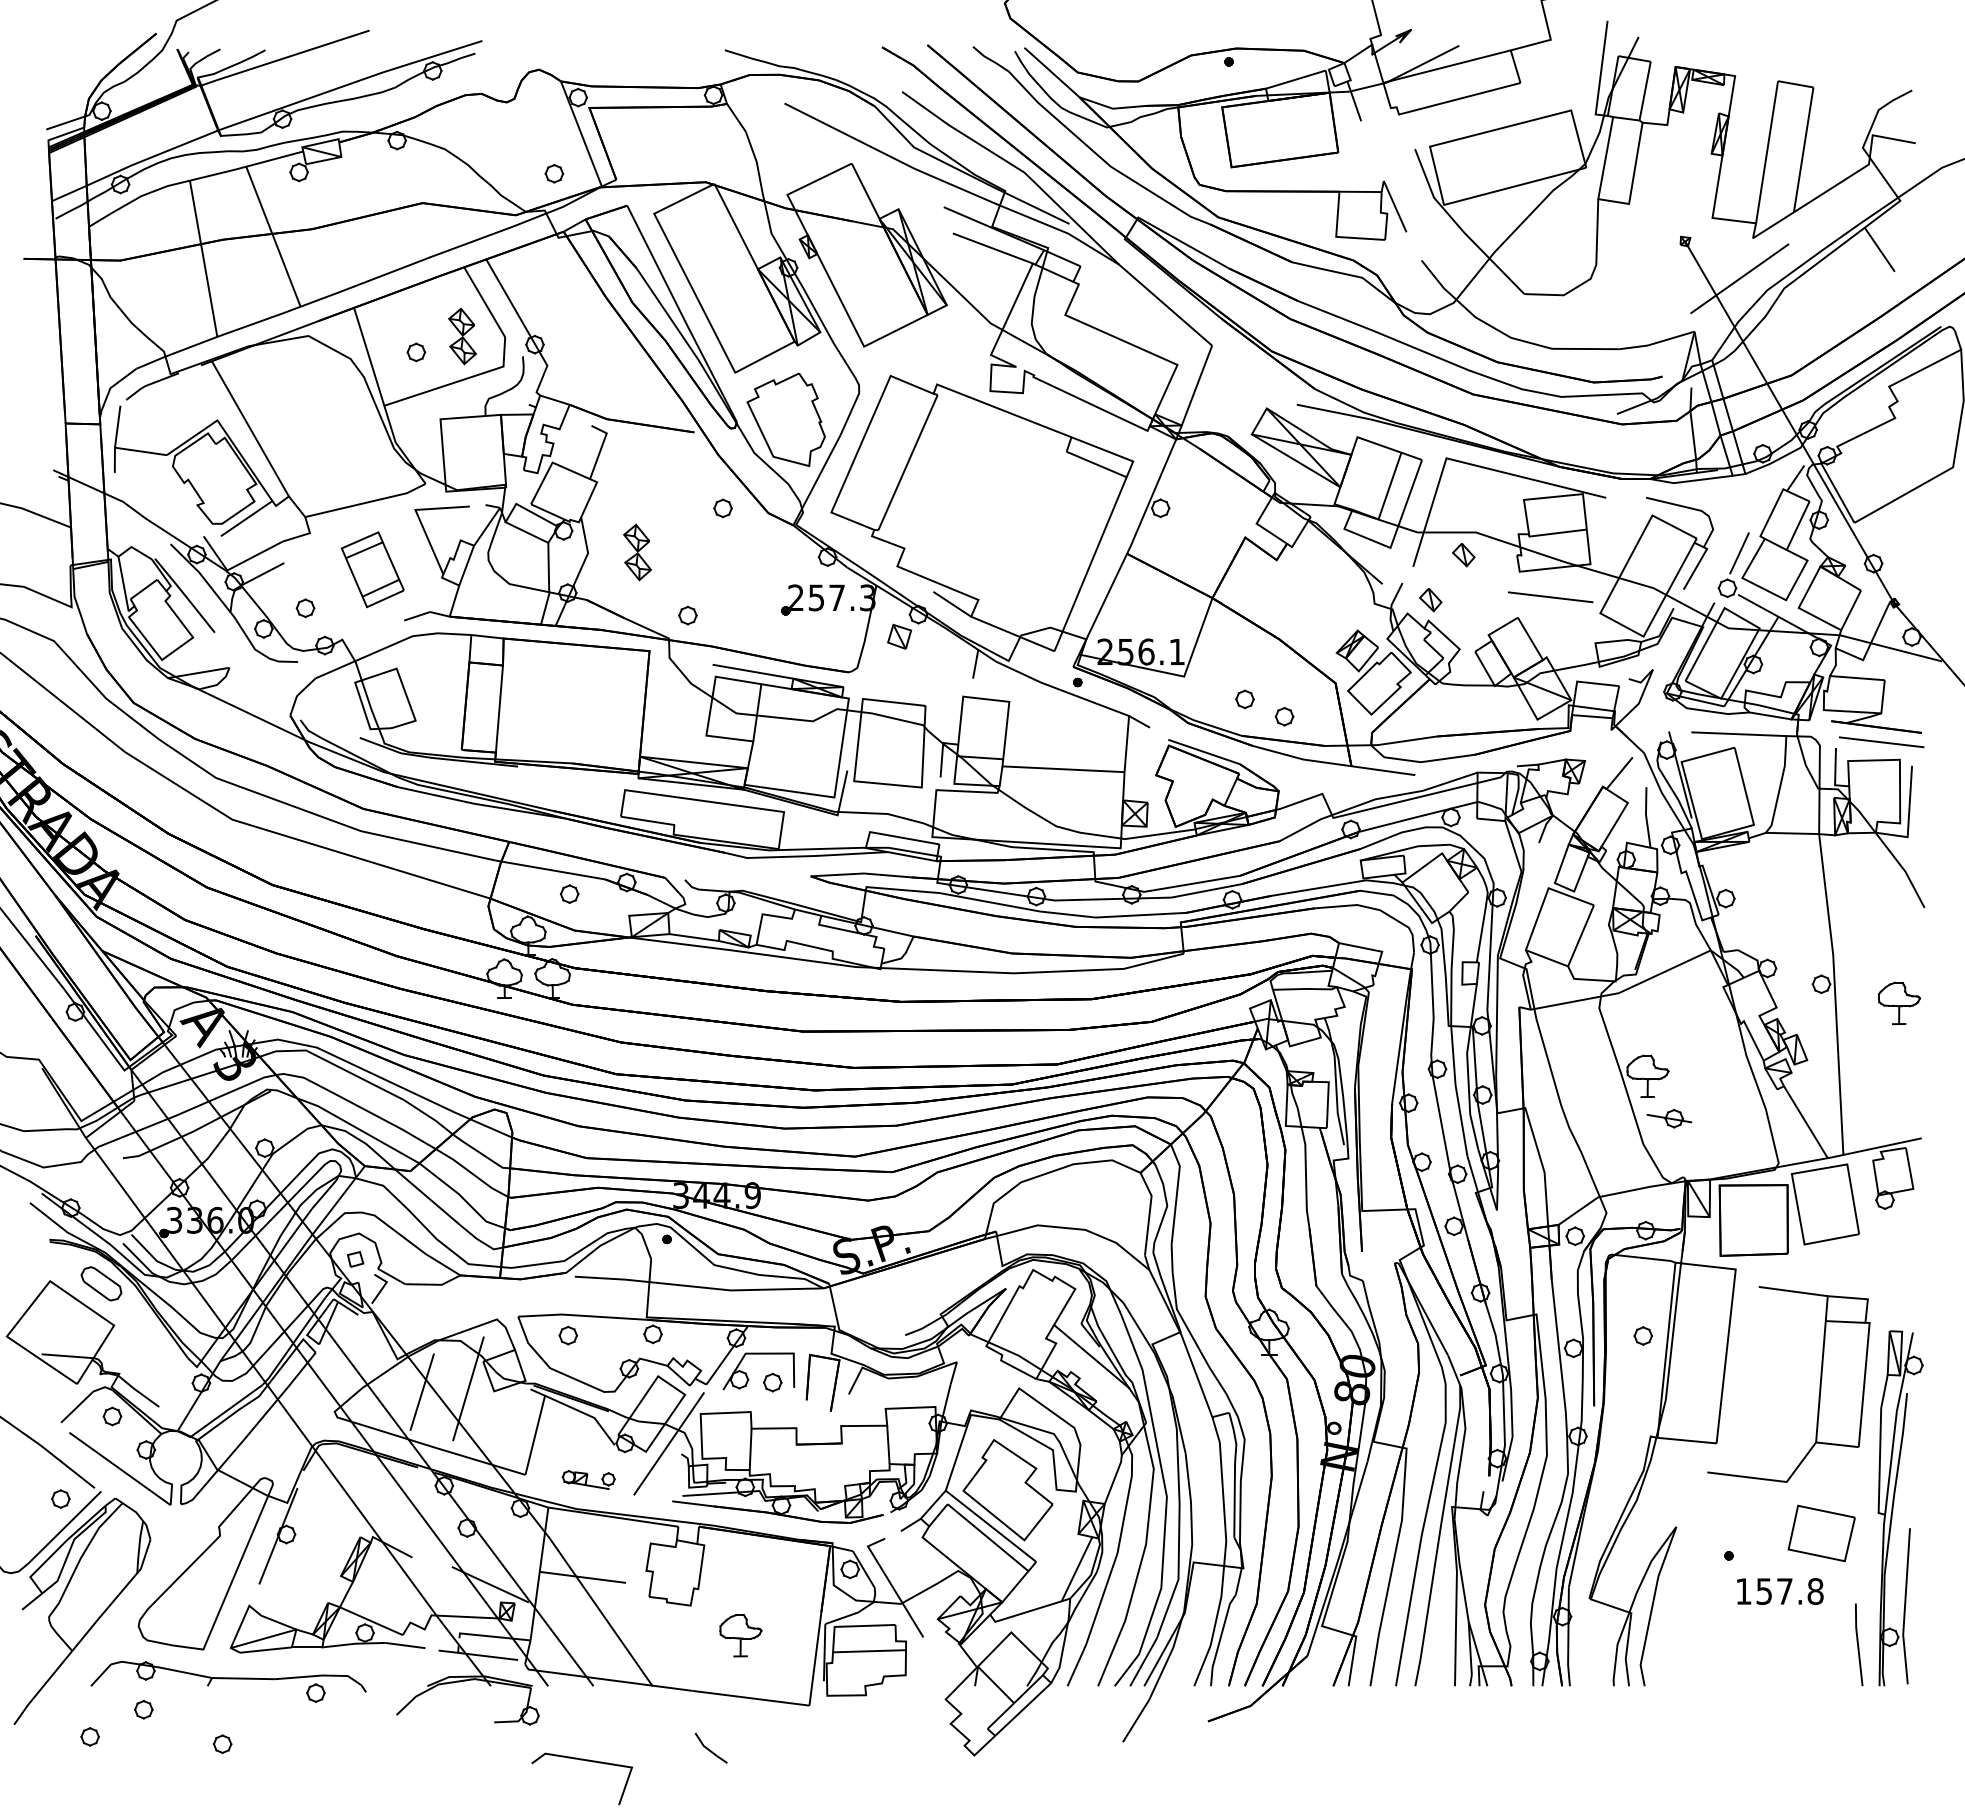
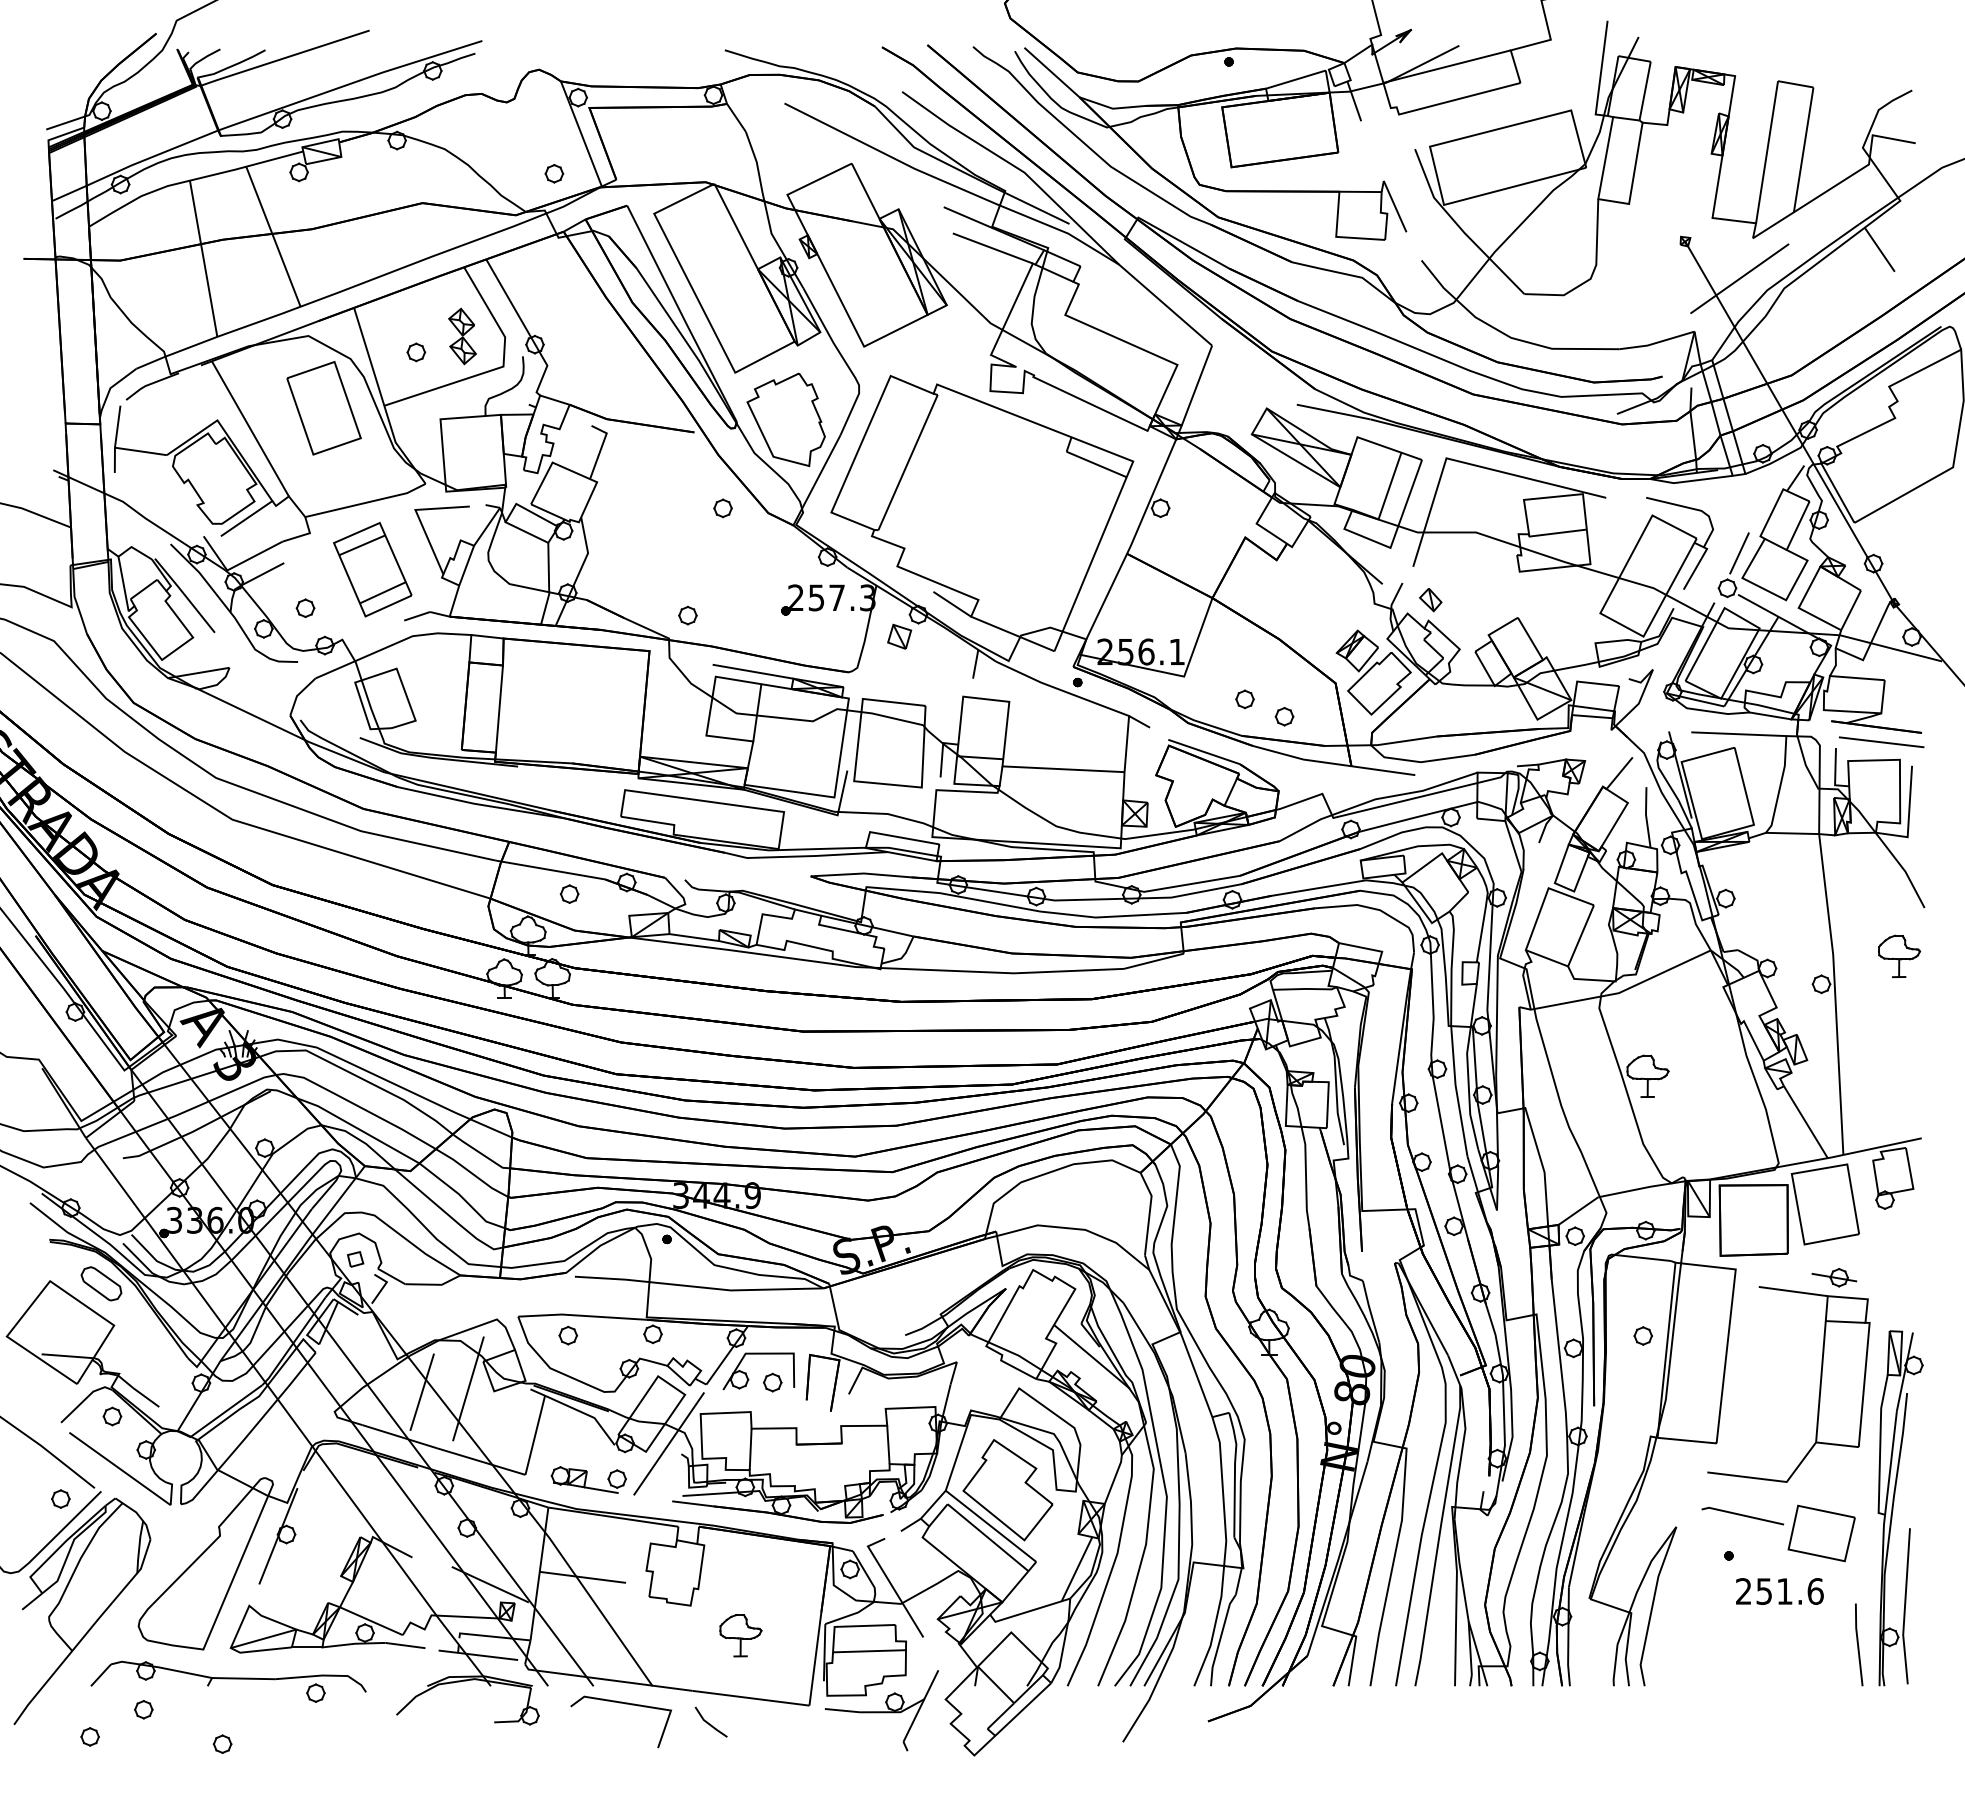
part at (323, 408): none -> present
part at (637, 552): present -> none
part at (1463, 555): present -> none
part at (372, 569) size: 65x78 px -> 80x96 px
line at (1550, 597): present -> none
part at (1899, 1003) position: (1899, 1003) -> (1899, 956)
part at (1669, 1118) position: (1669, 1118) -> (1834, 1277)
part at (588, 1479) size: 55x20 px -> 77x28 px
line at (1742, 1516): none -> present
text at (1779, 1591): 157.8 -> 251.6
part at (881, 1710): none -> present
line at (710, 1749) position: (710, 1749) -> (710, 1723)
line at (586, 1761) position: (586, 1761) -> (625, 1704)
